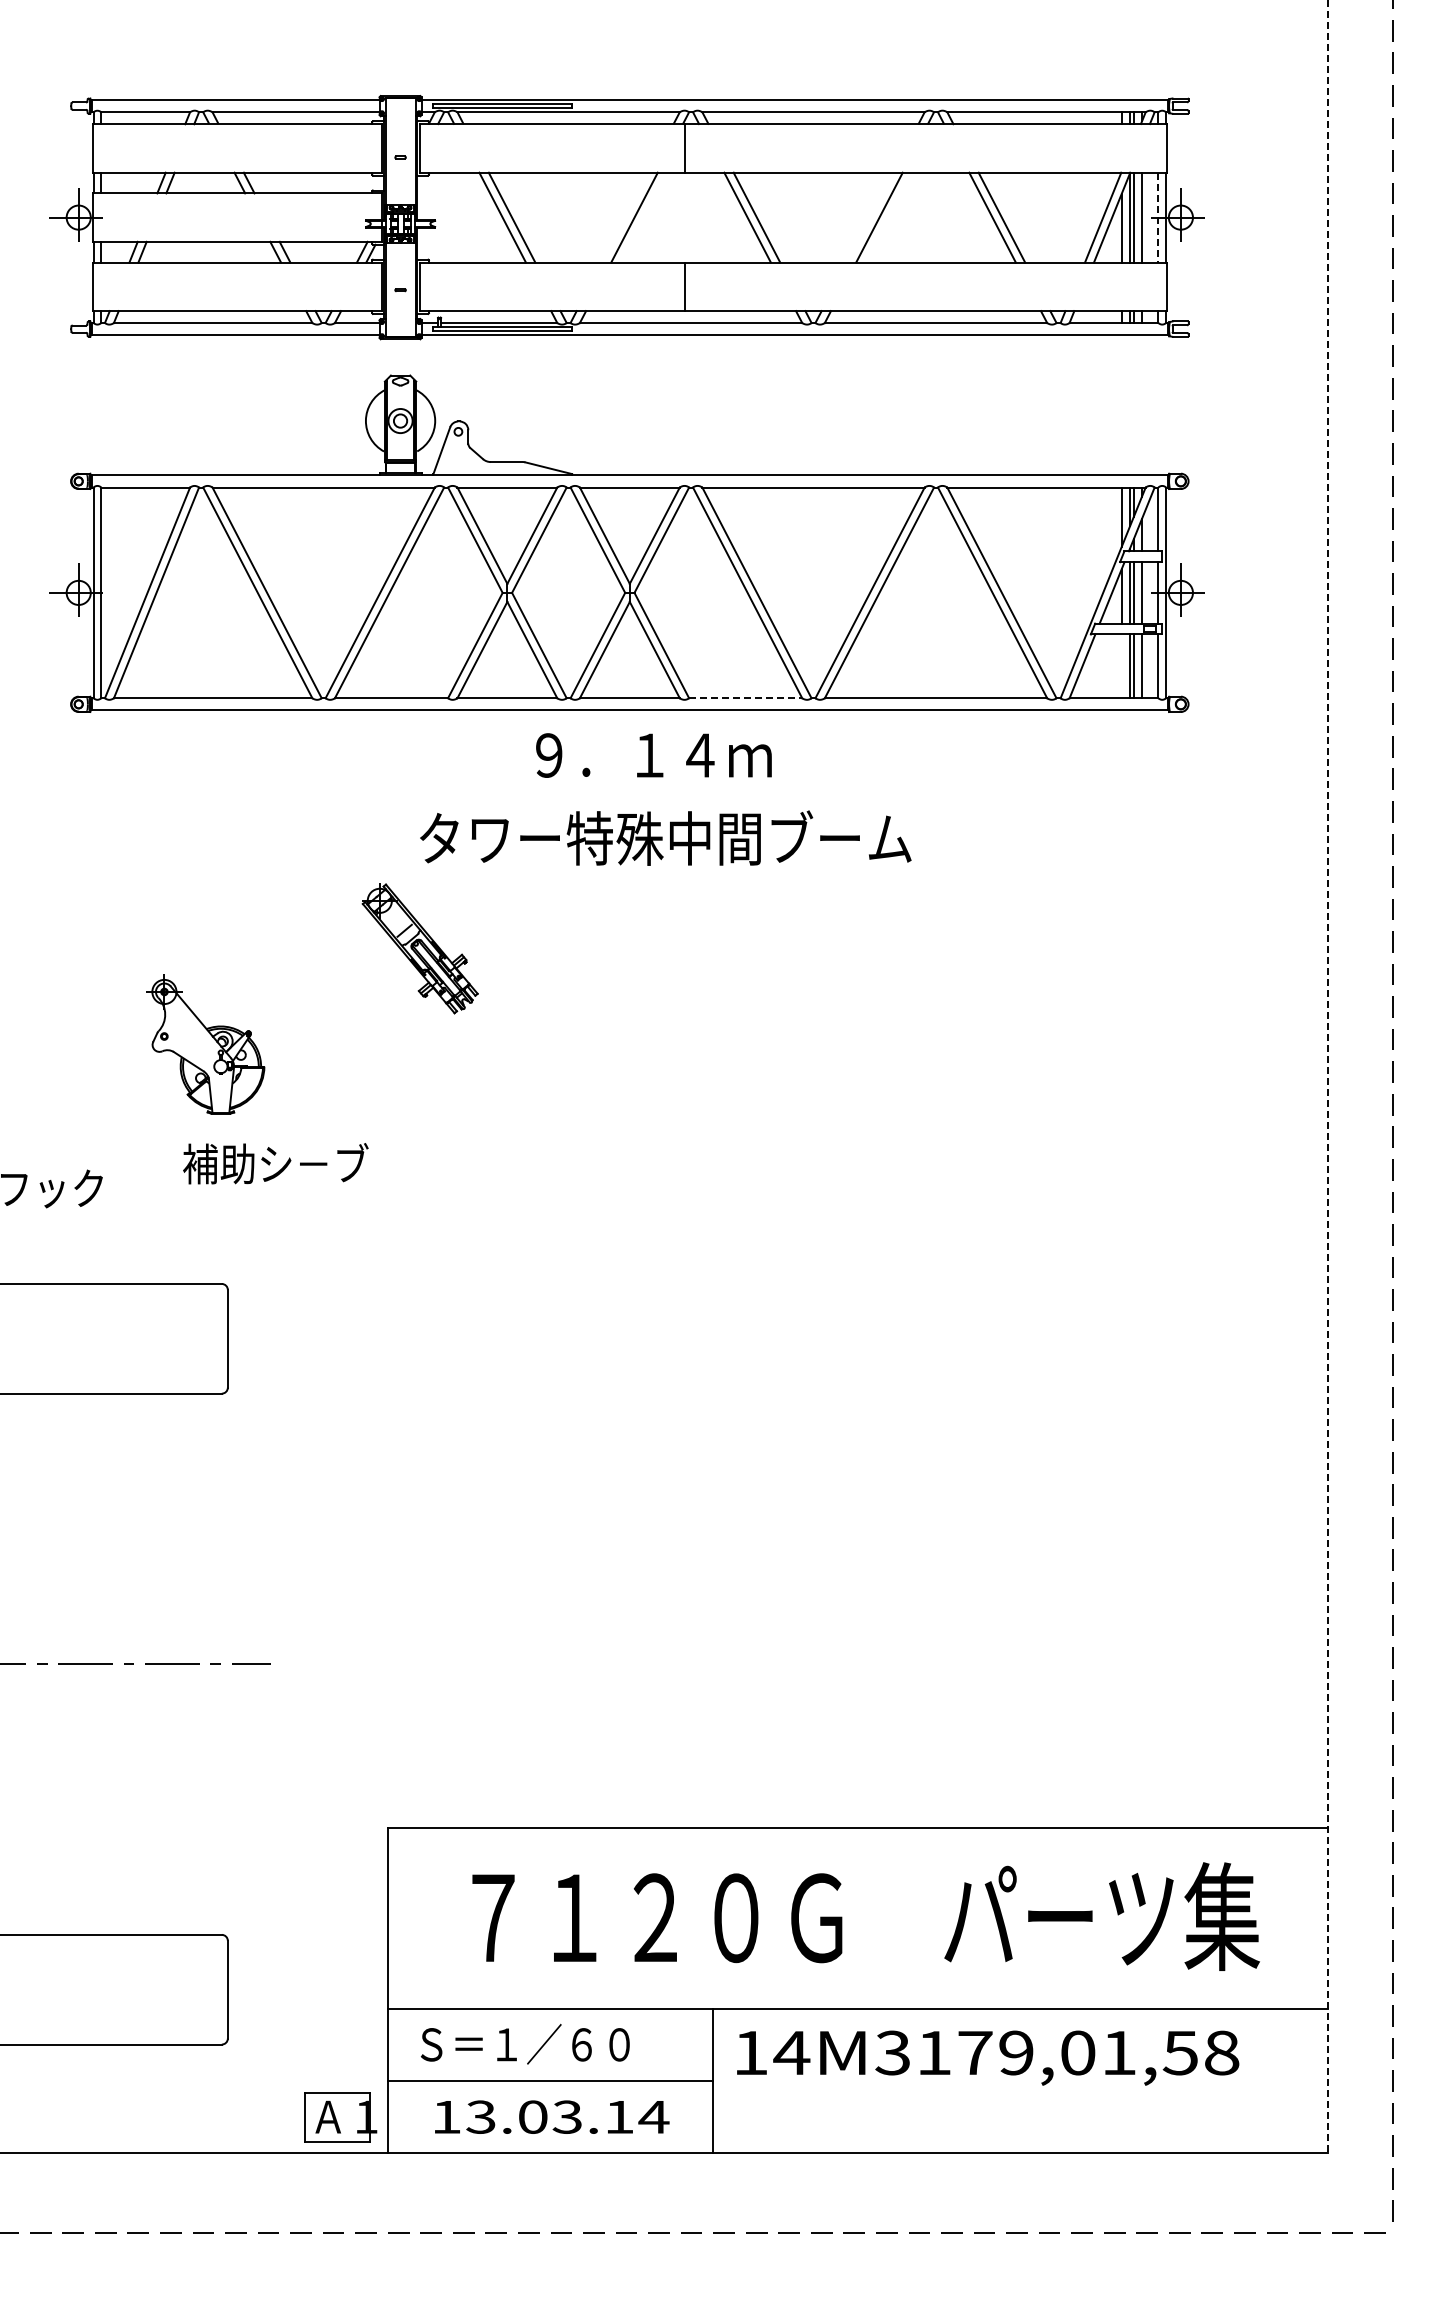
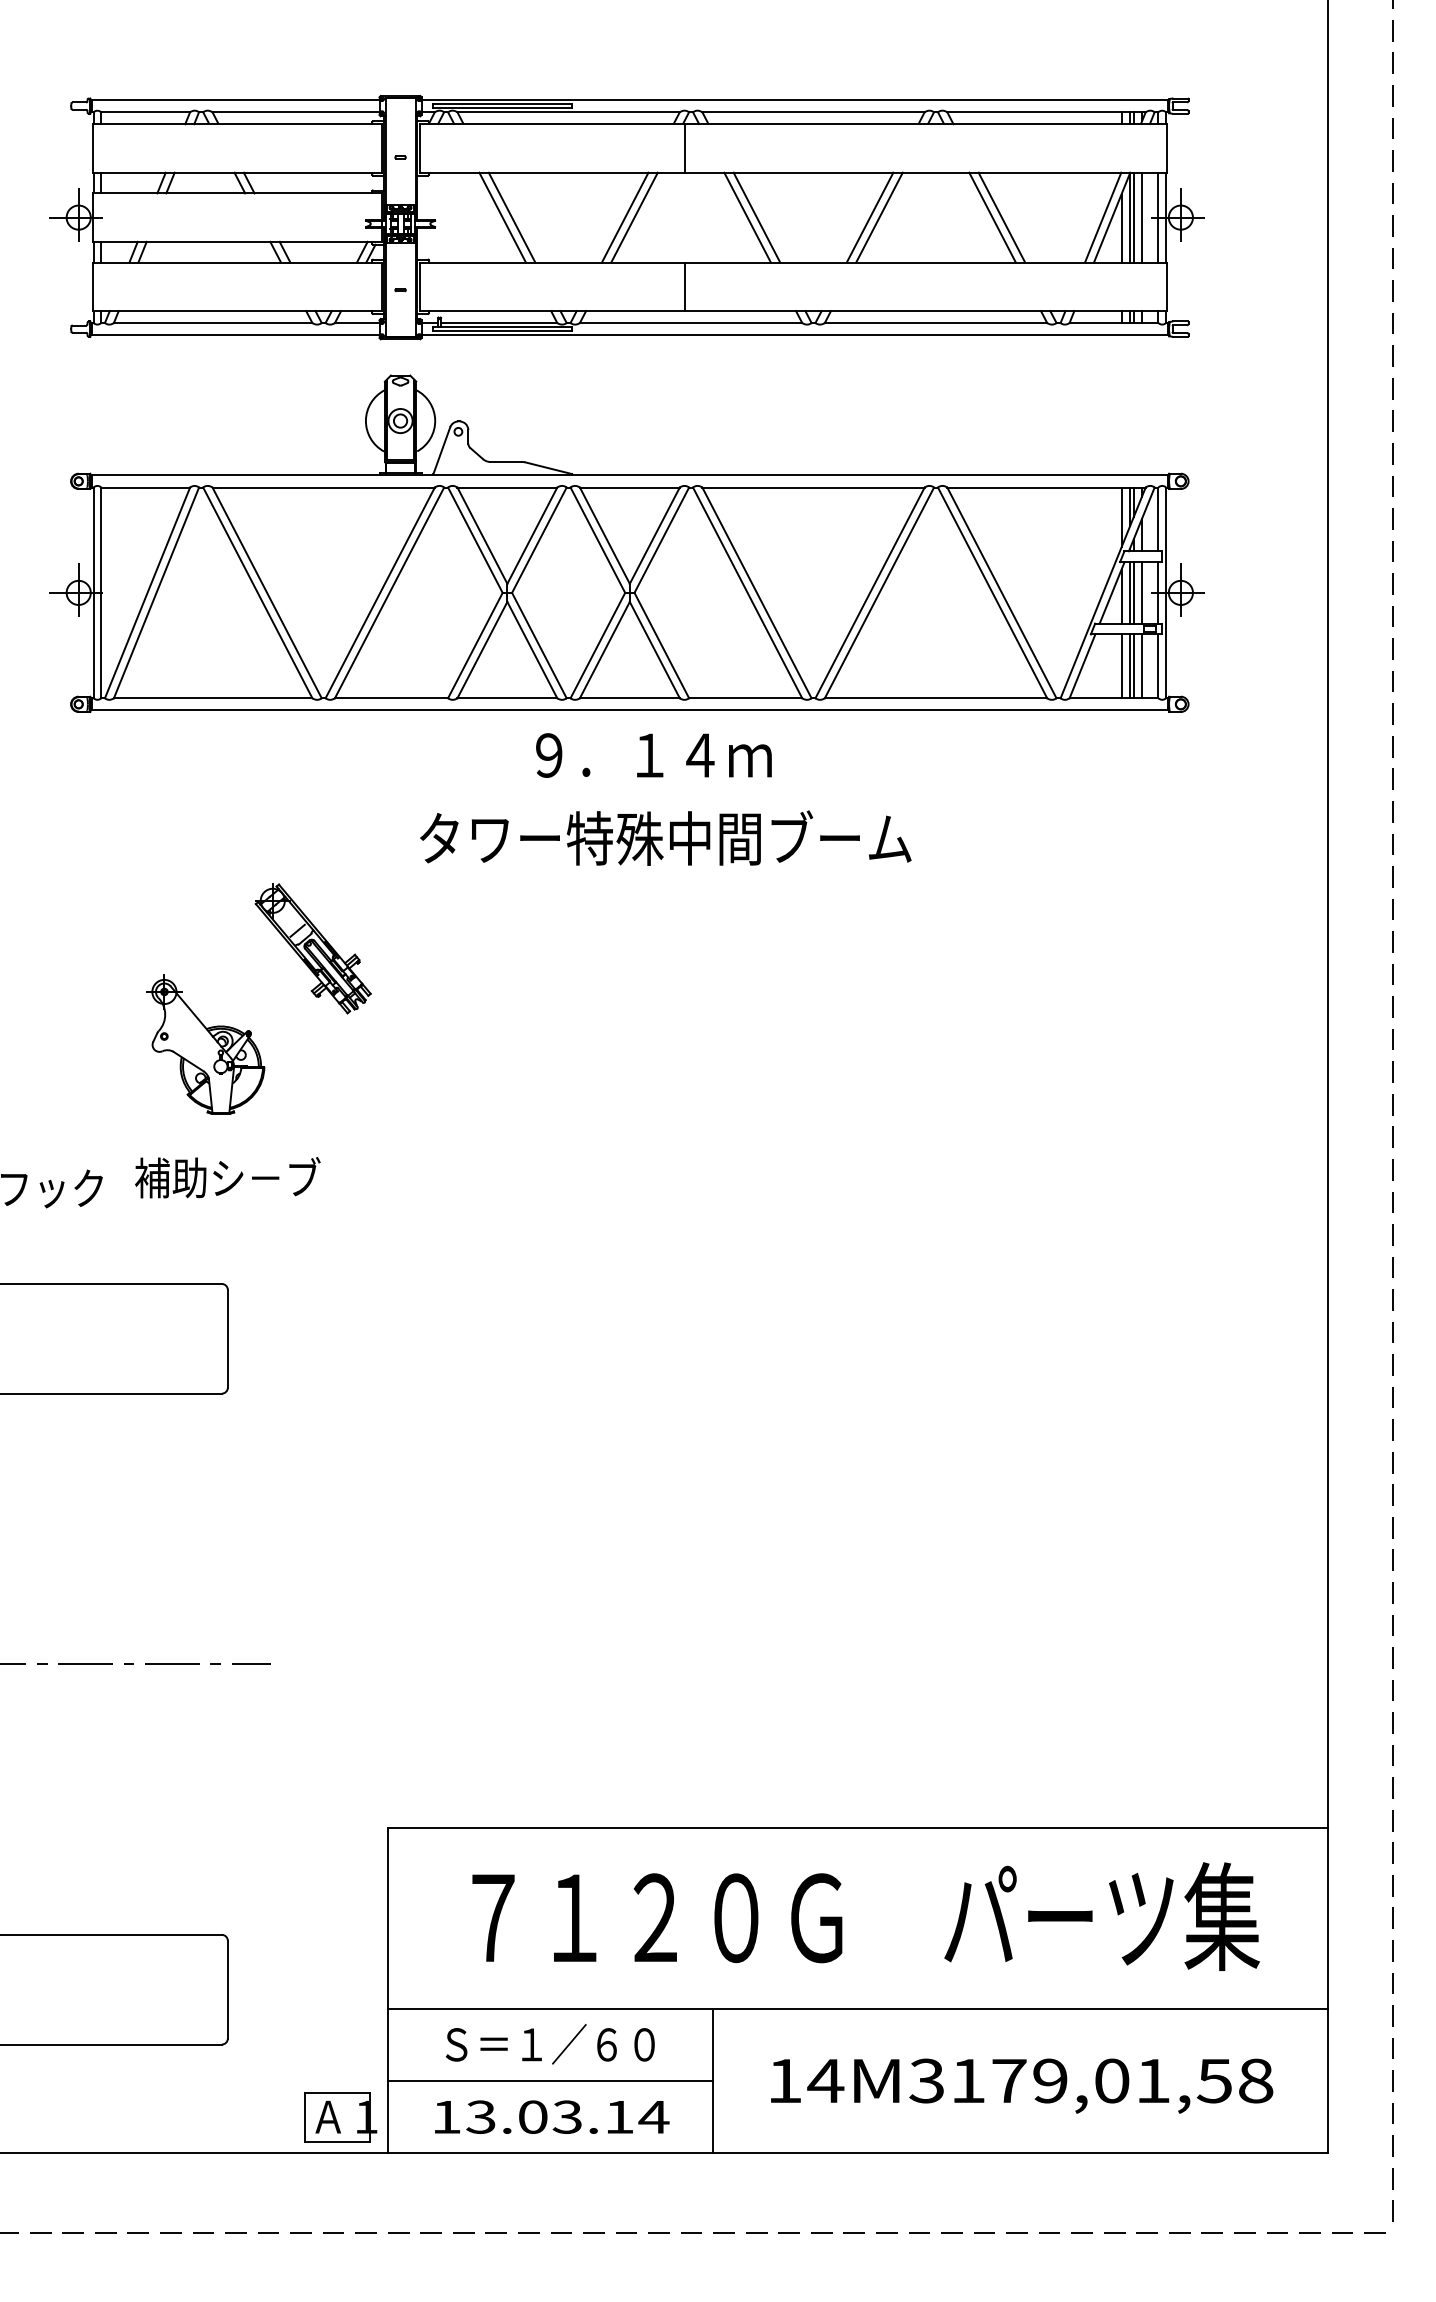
line at (624, 217): none -> present
line at (869, 217): none -> present
line at (1158, 217): dashed -> solid
line at (1121, 666): none -> present
line at (745, 698): dashed -> solid
part at (419, 948) position: (419, 948) -> (312, 948)
line at (1328, 1077): dashed -> solid
text at (275, 1163) position: (275, 1163) -> (227, 1177)
text at (524, 2044) position: (524, 2044) -> (549, 2044)
text at (988, 2057) position: (988, 2057) -> (1022, 2085)
